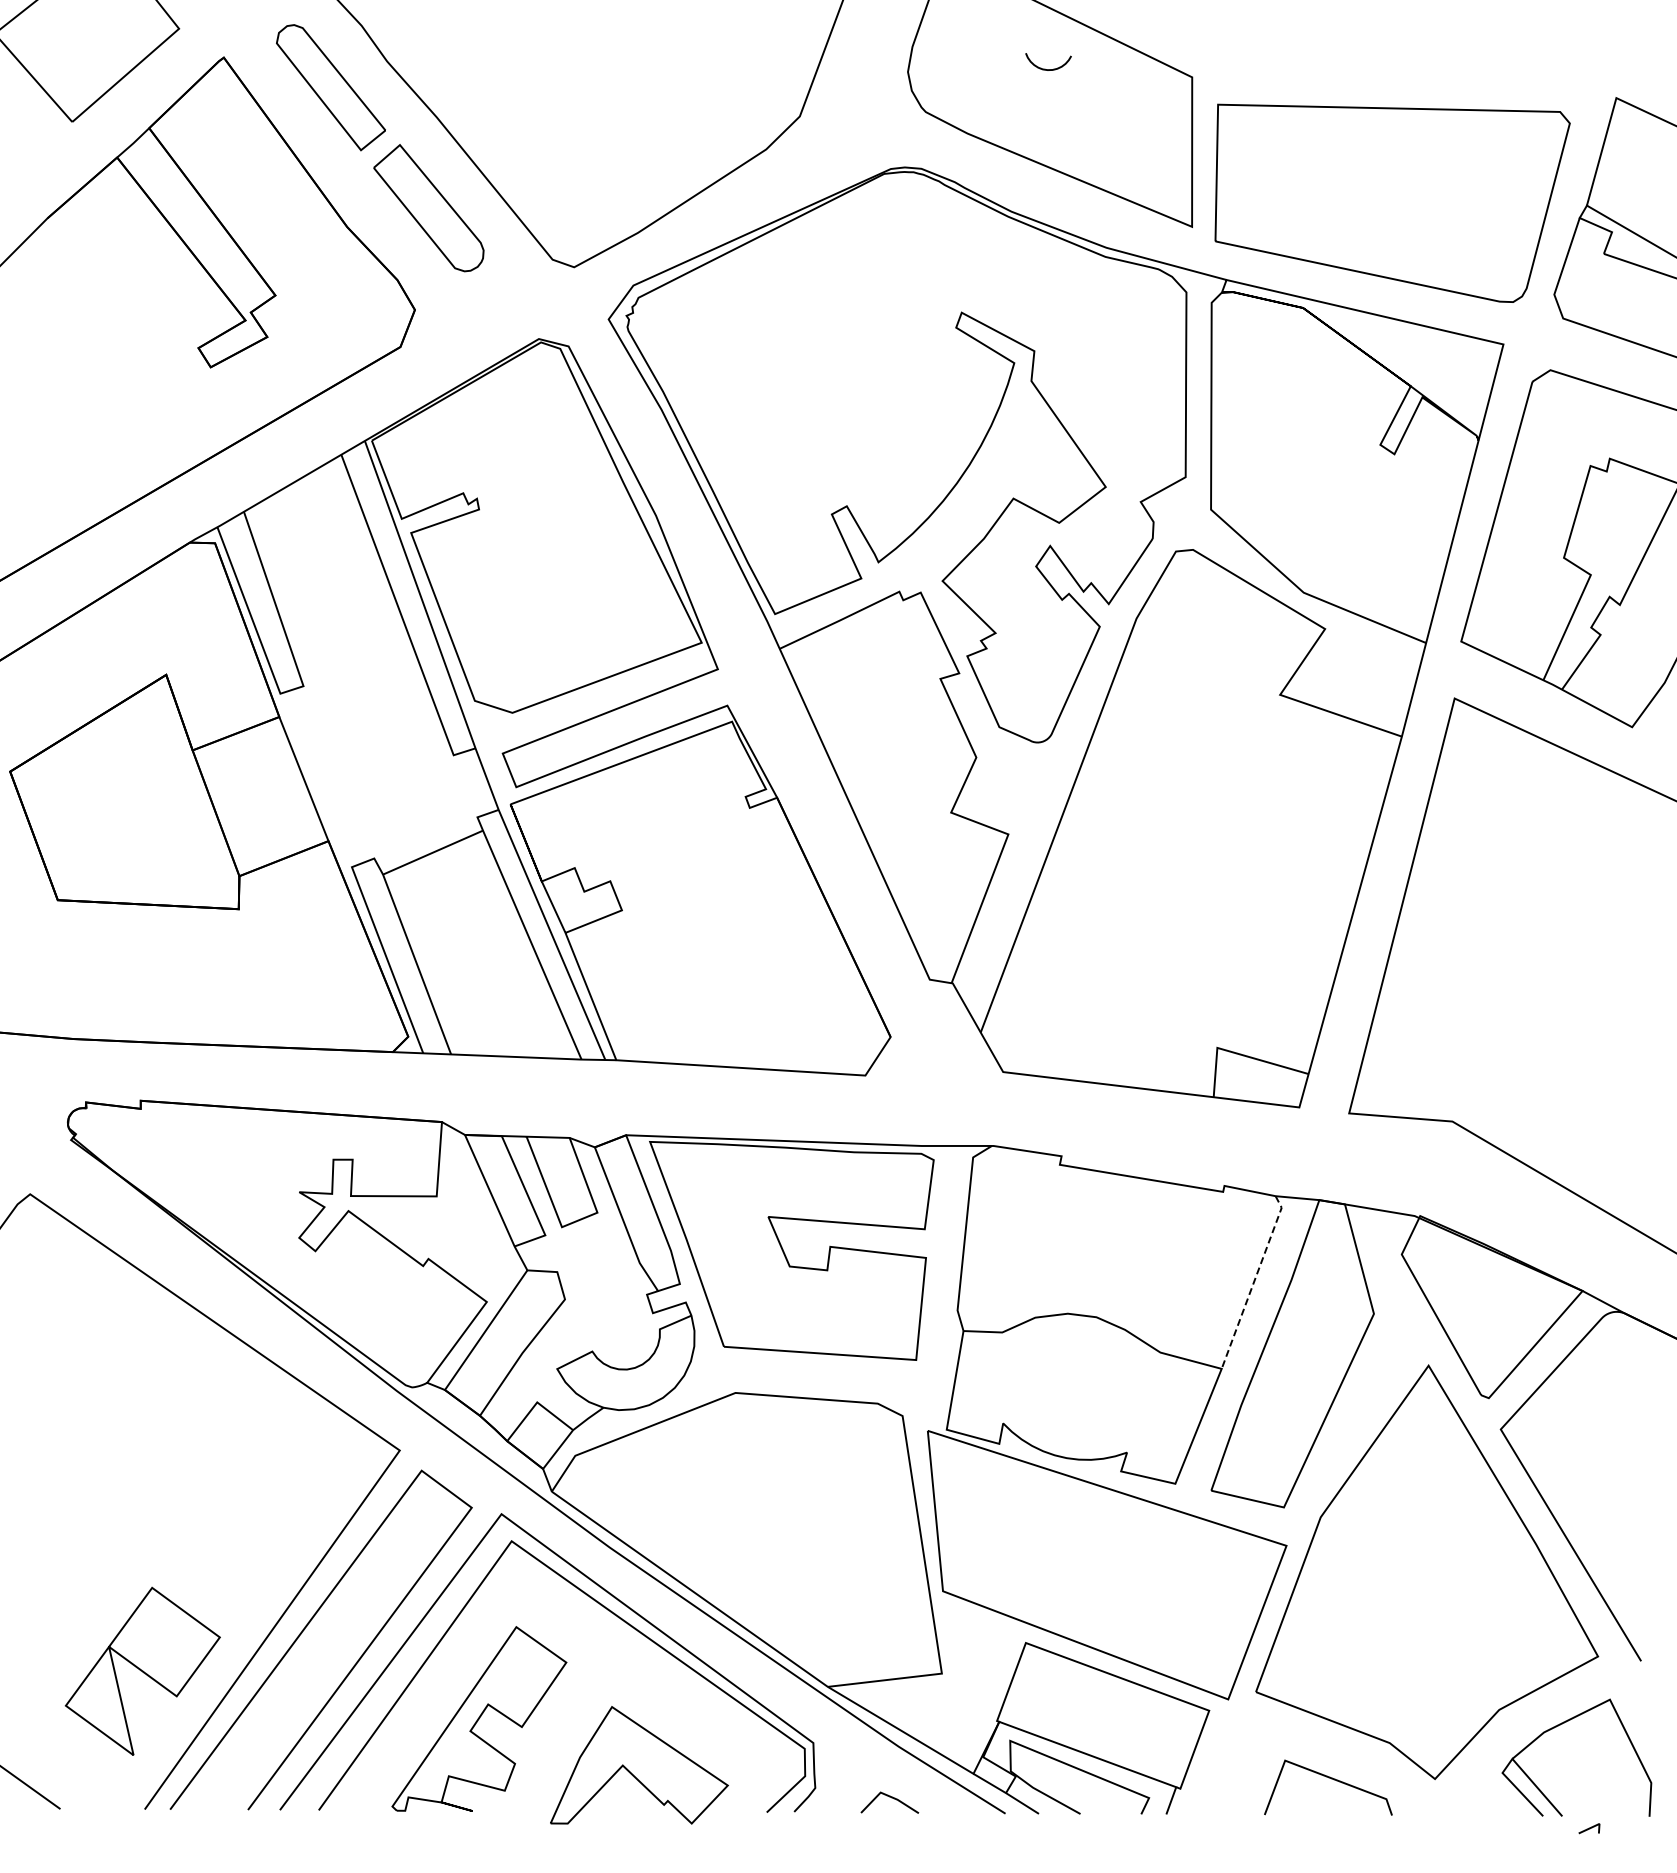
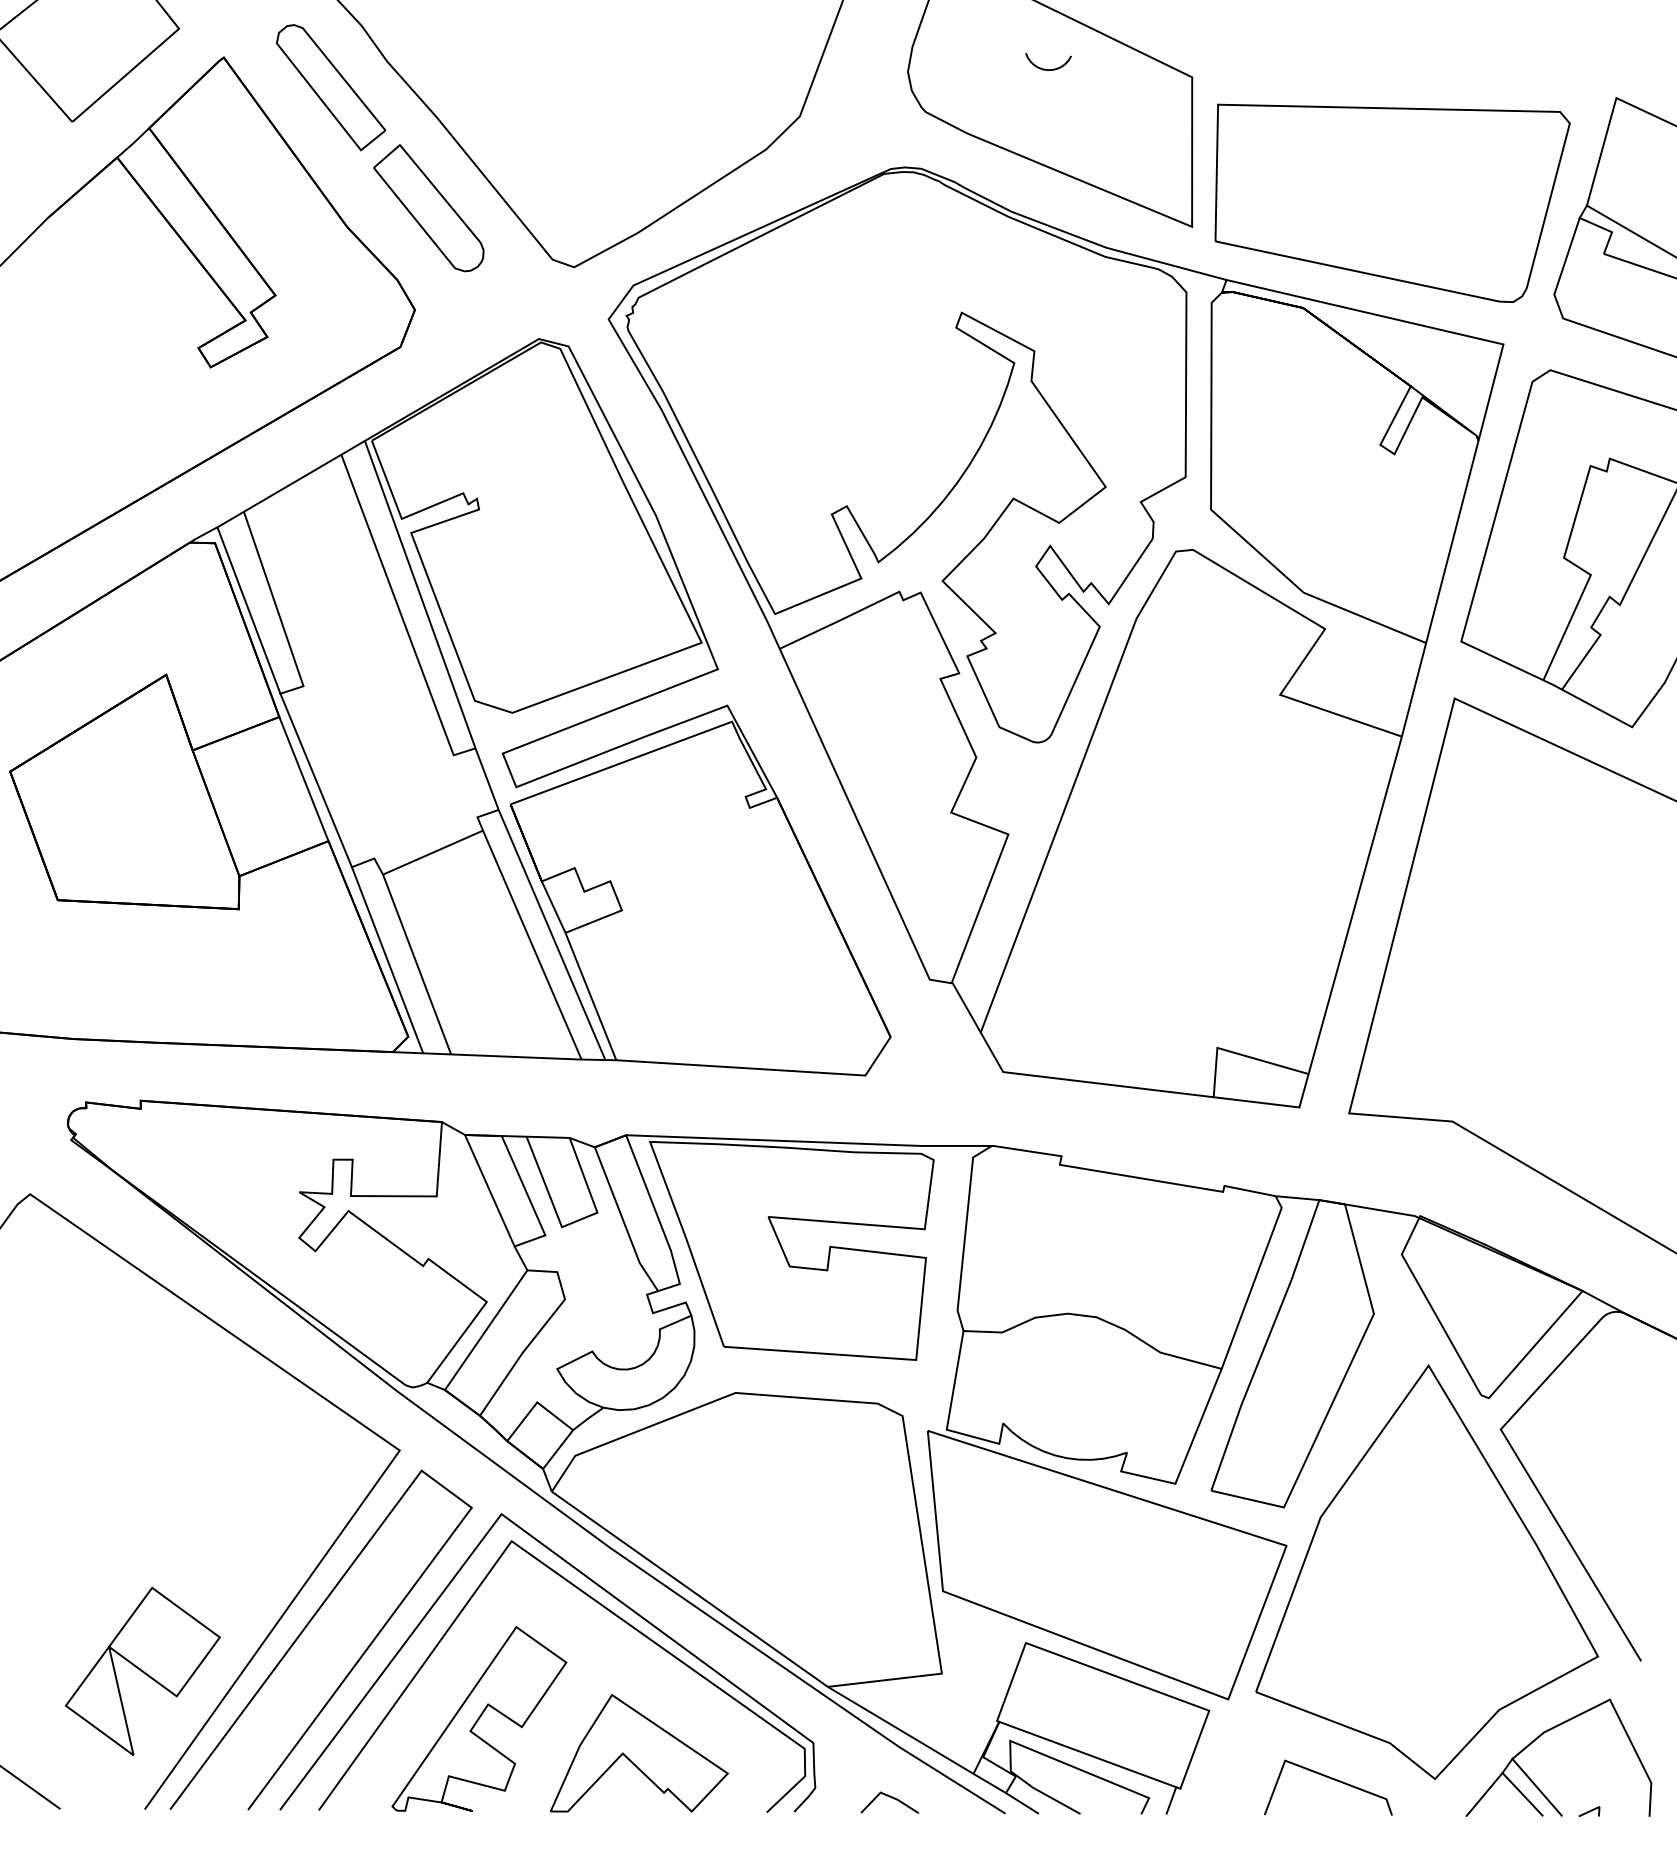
line at (315, 780): none -> present
line at (1254, 1281): dashed -> solid
part at (639, 1765) position: (639, 1765) -> (639, 1753)
line at (1484, 1794): none -> present
line at (1589, 1828) position: (1589, 1828) -> (1589, 1811)
